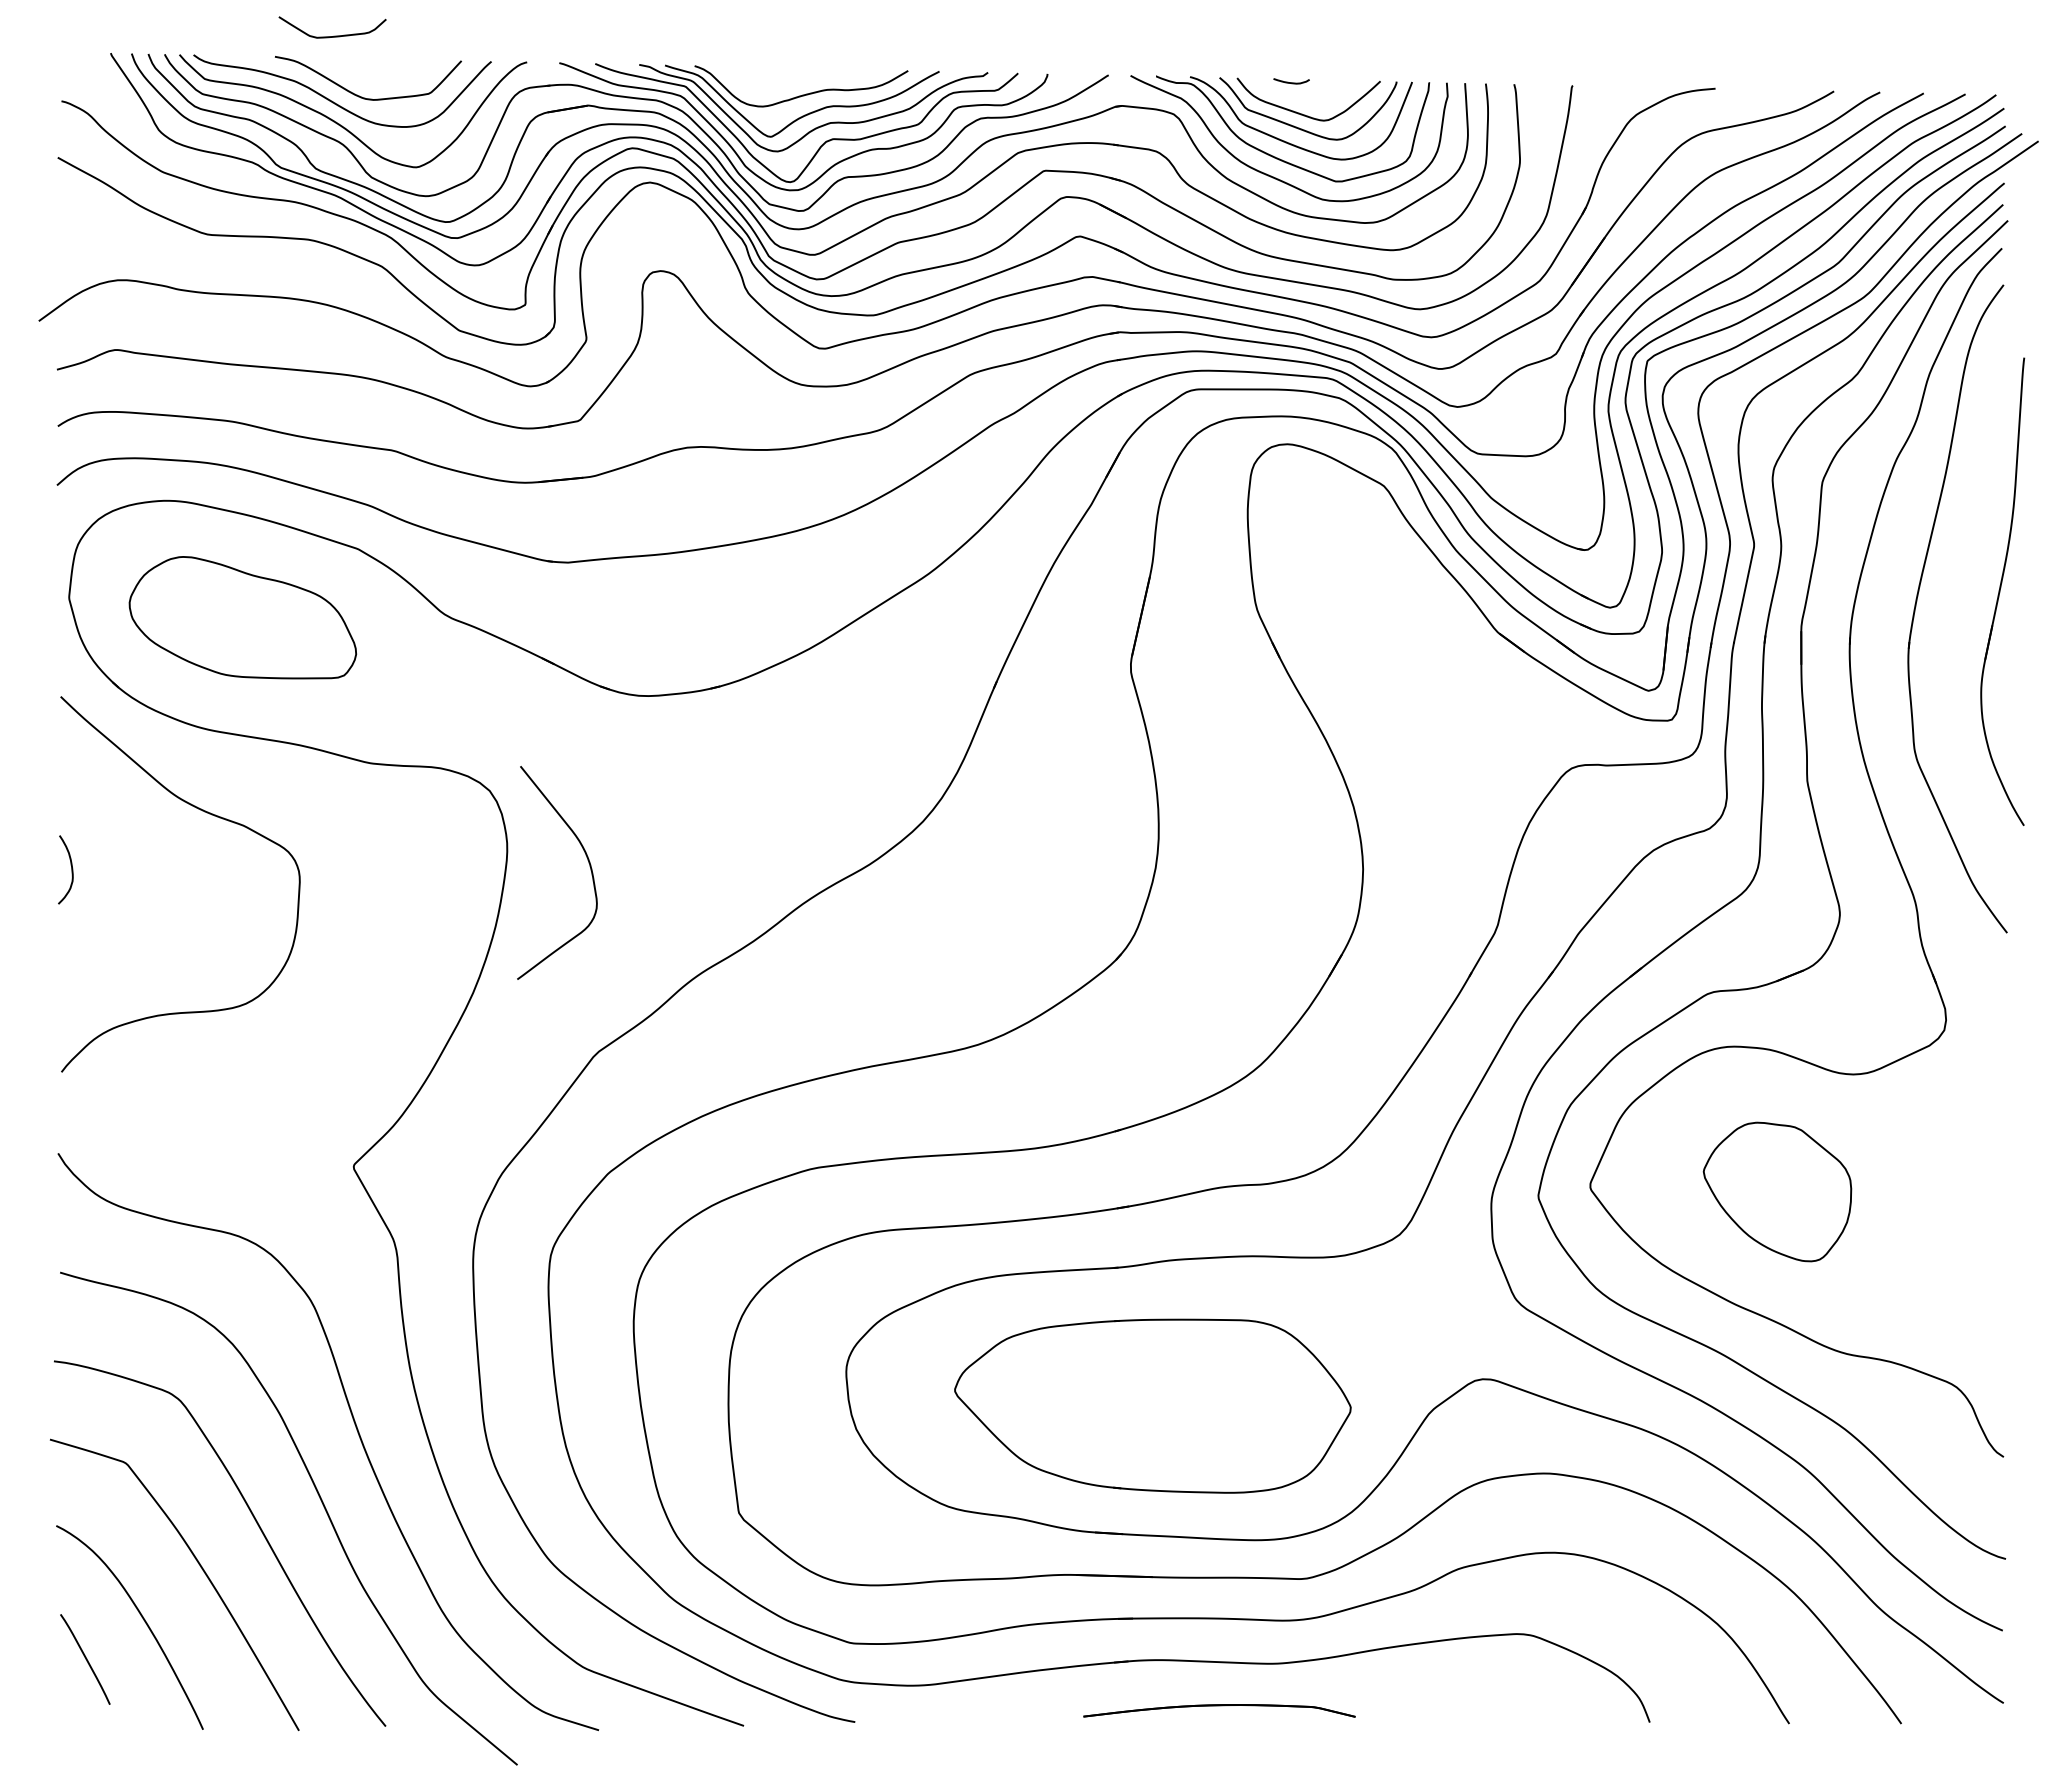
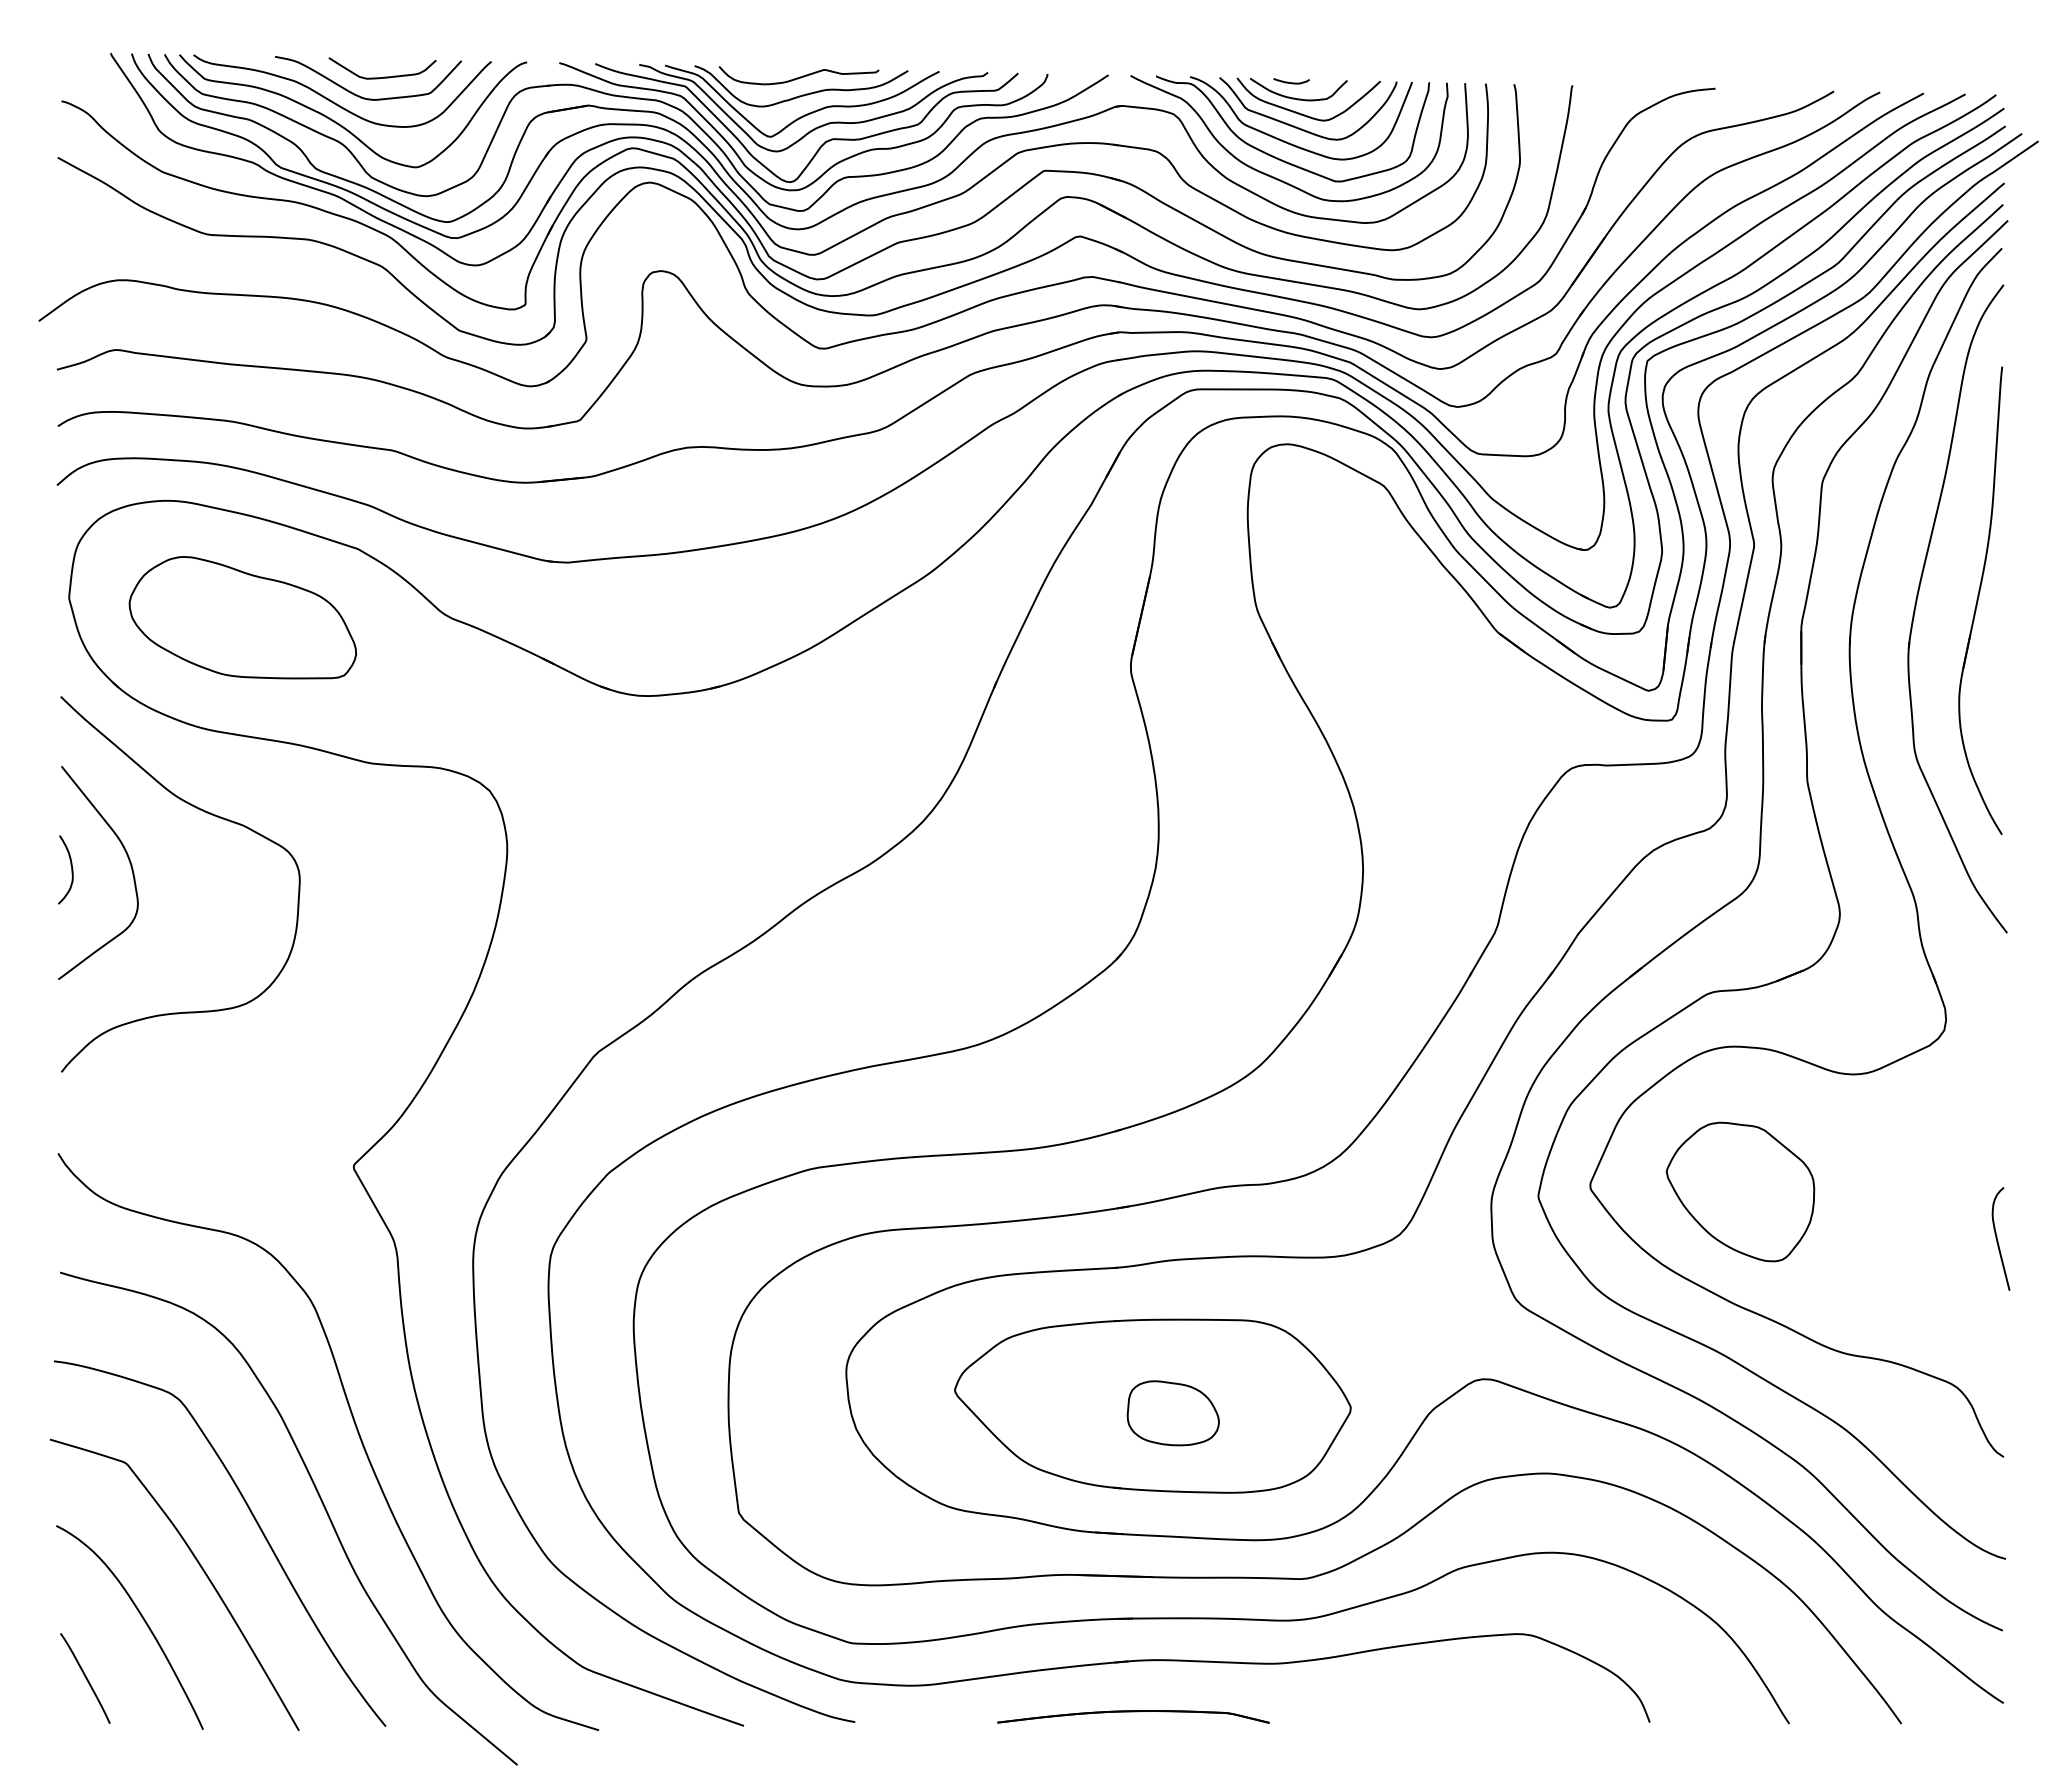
curve at (333, 35) position: (333, 35) -> (383, 76)
curve at (799, 76): none -> present
curve at (1294, 97): none -> present
part at (2002, 591) position: (2002, 591) -> (1980, 600)
curve at (588, 863) position: (588, 863) -> (129, 863)
part at (1777, 1191) position: (1777, 1191) -> (1740, 1191)
curve at (1998, 1240): none -> present
part at (1172, 1413): none -> present
curve at (85, 1659) position: (85, 1659) -> (85, 1678)
part at (1219, 1710) position: (1219, 1710) -> (1133, 1716)
